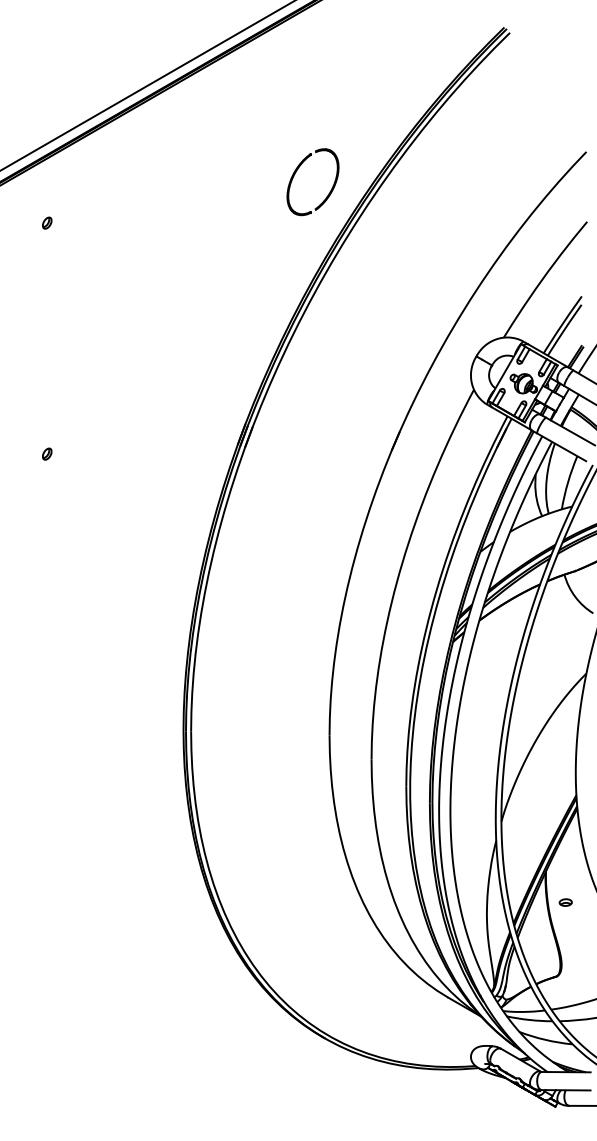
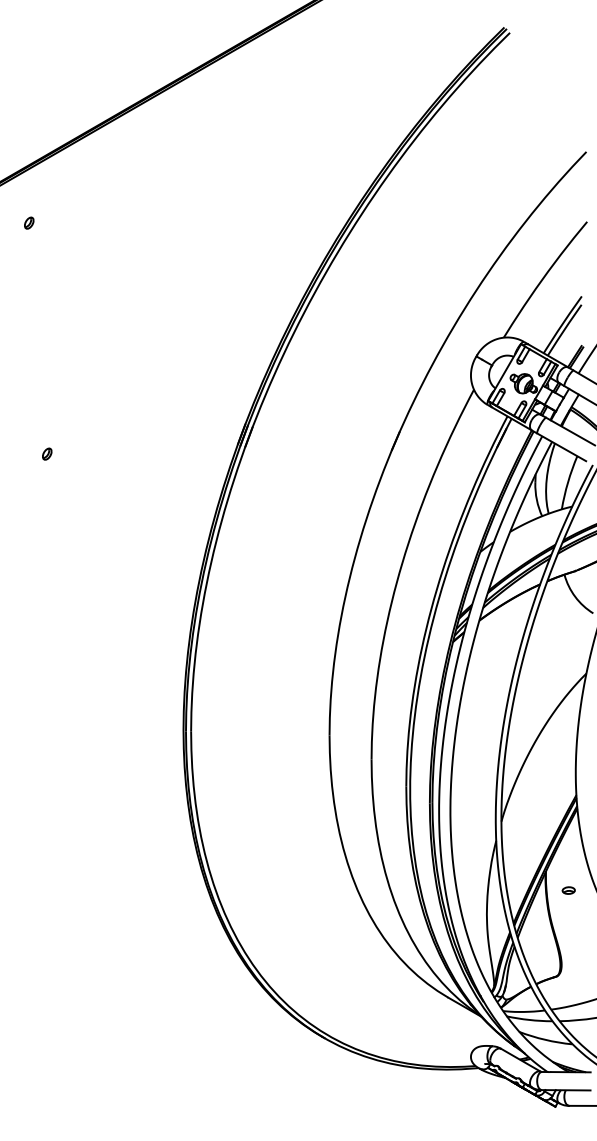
line at (147, 85): present -> none
part at (295, 174): present -> none
part at (47, 222) position: (47, 222) -> (29, 222)
part at (565, 902) position: (565, 902) -> (568, 890)
